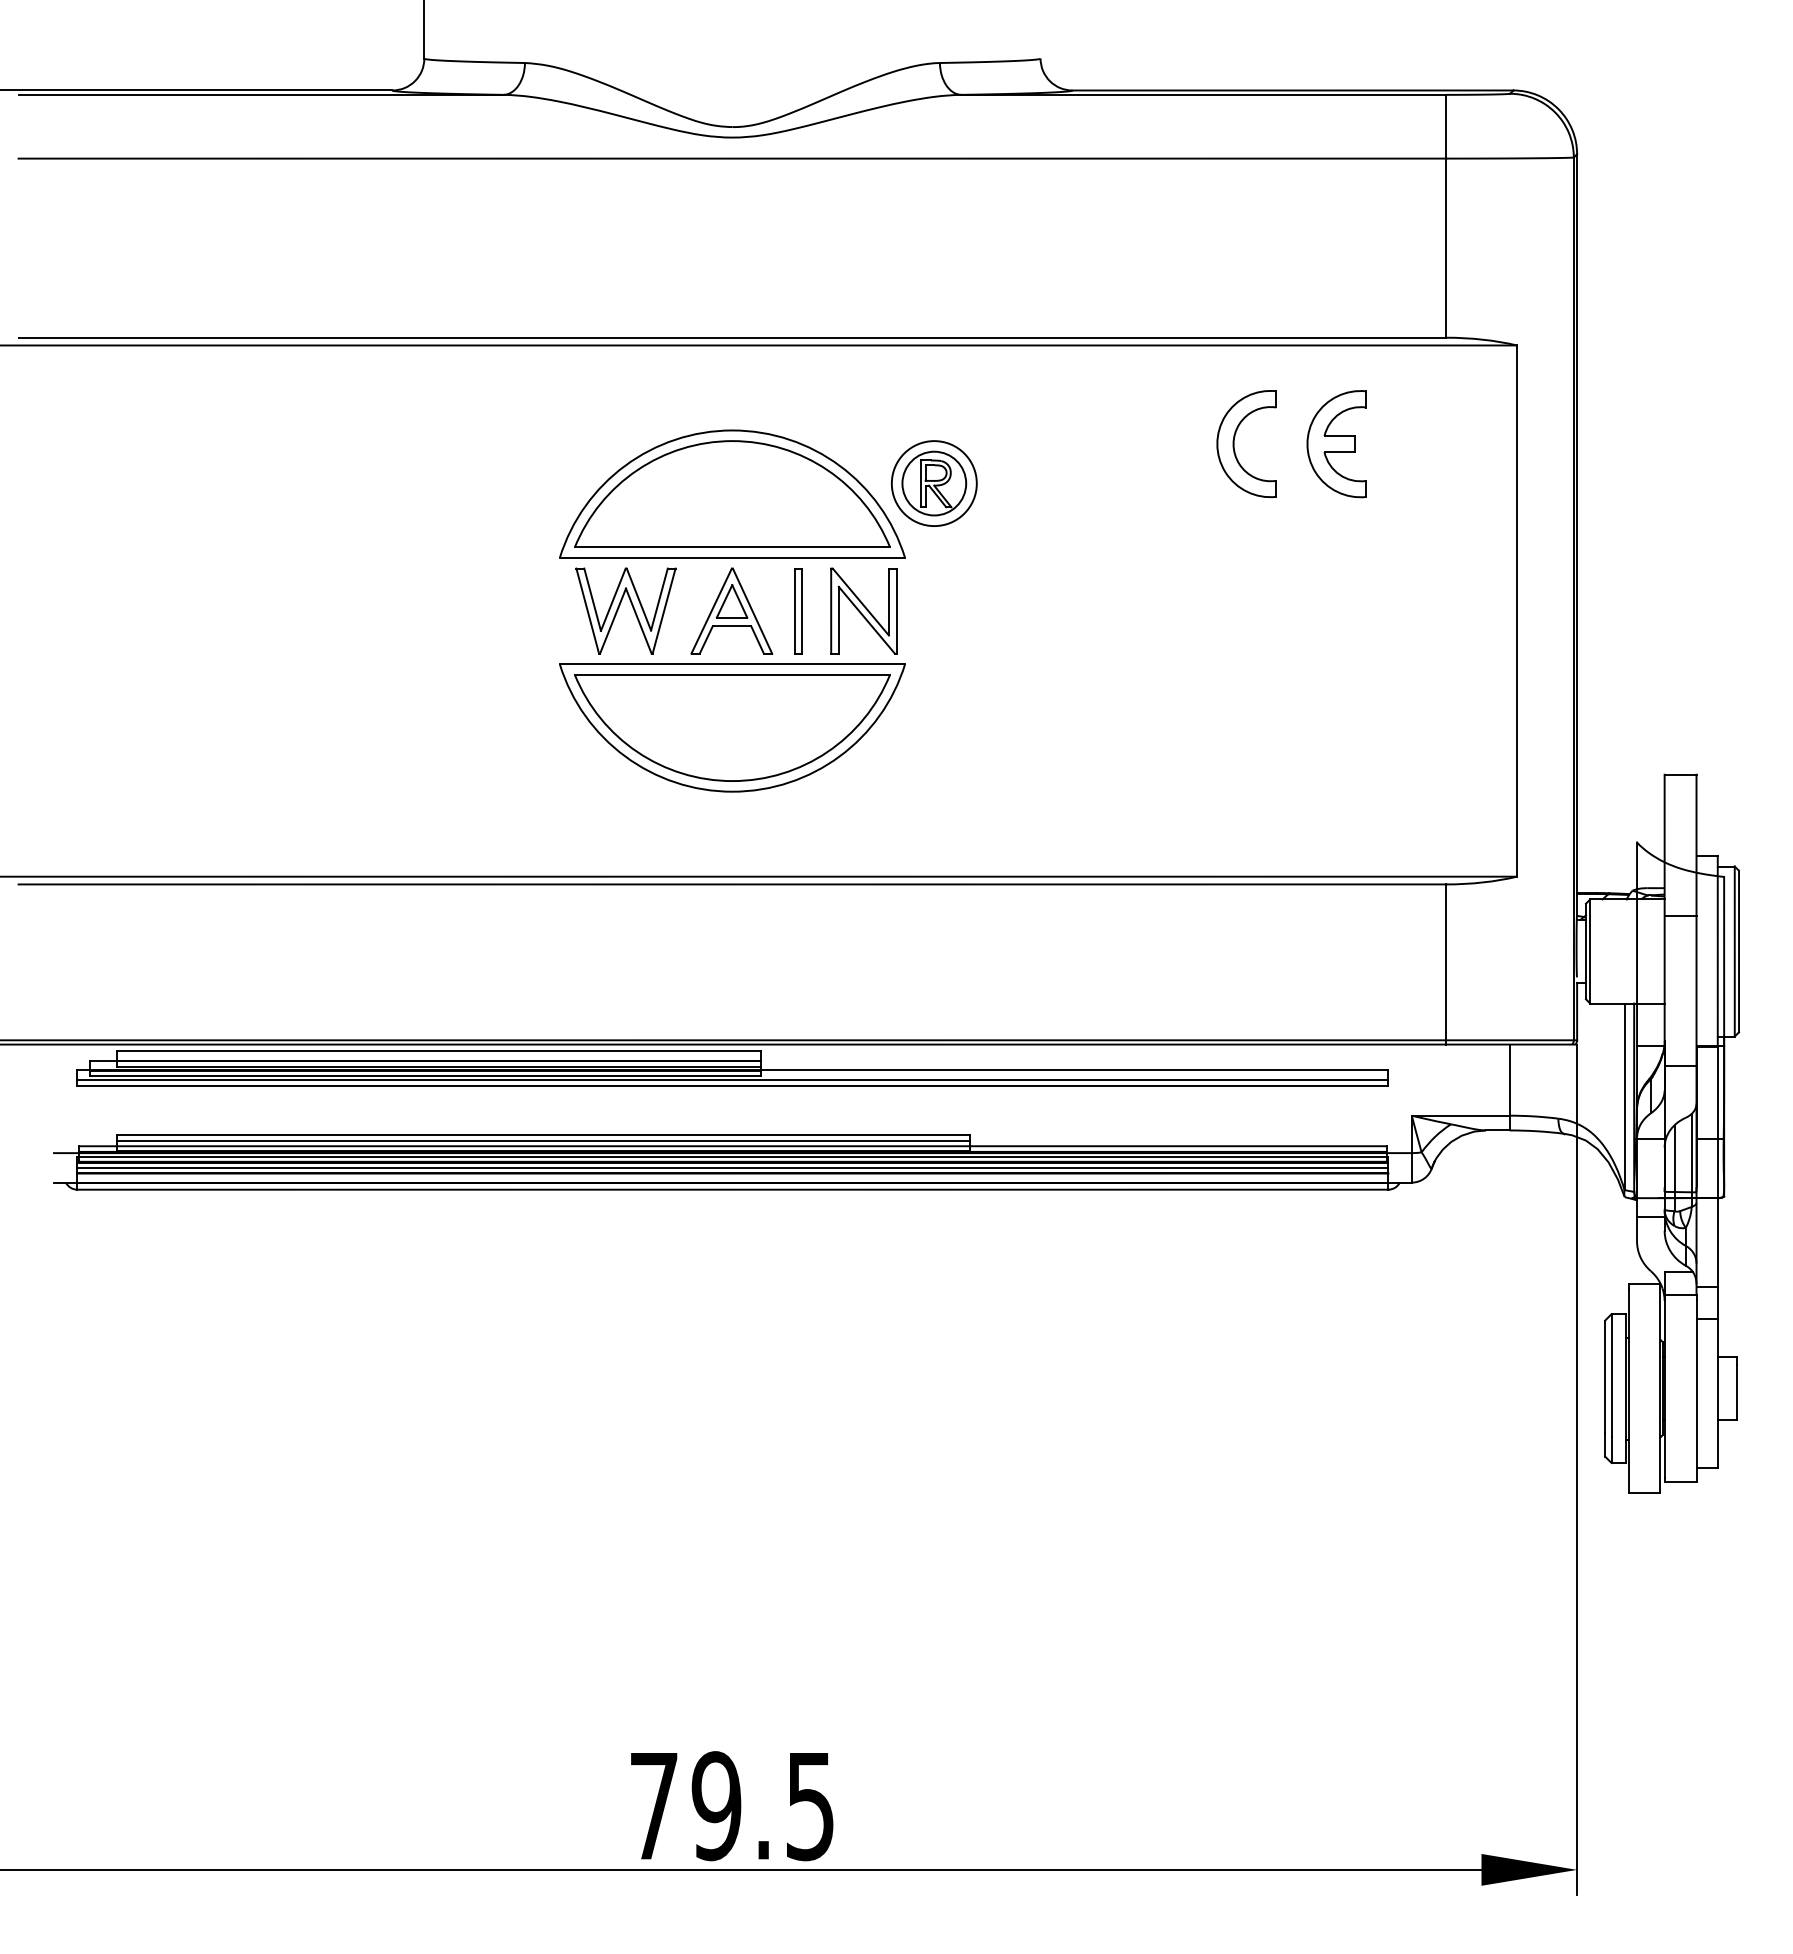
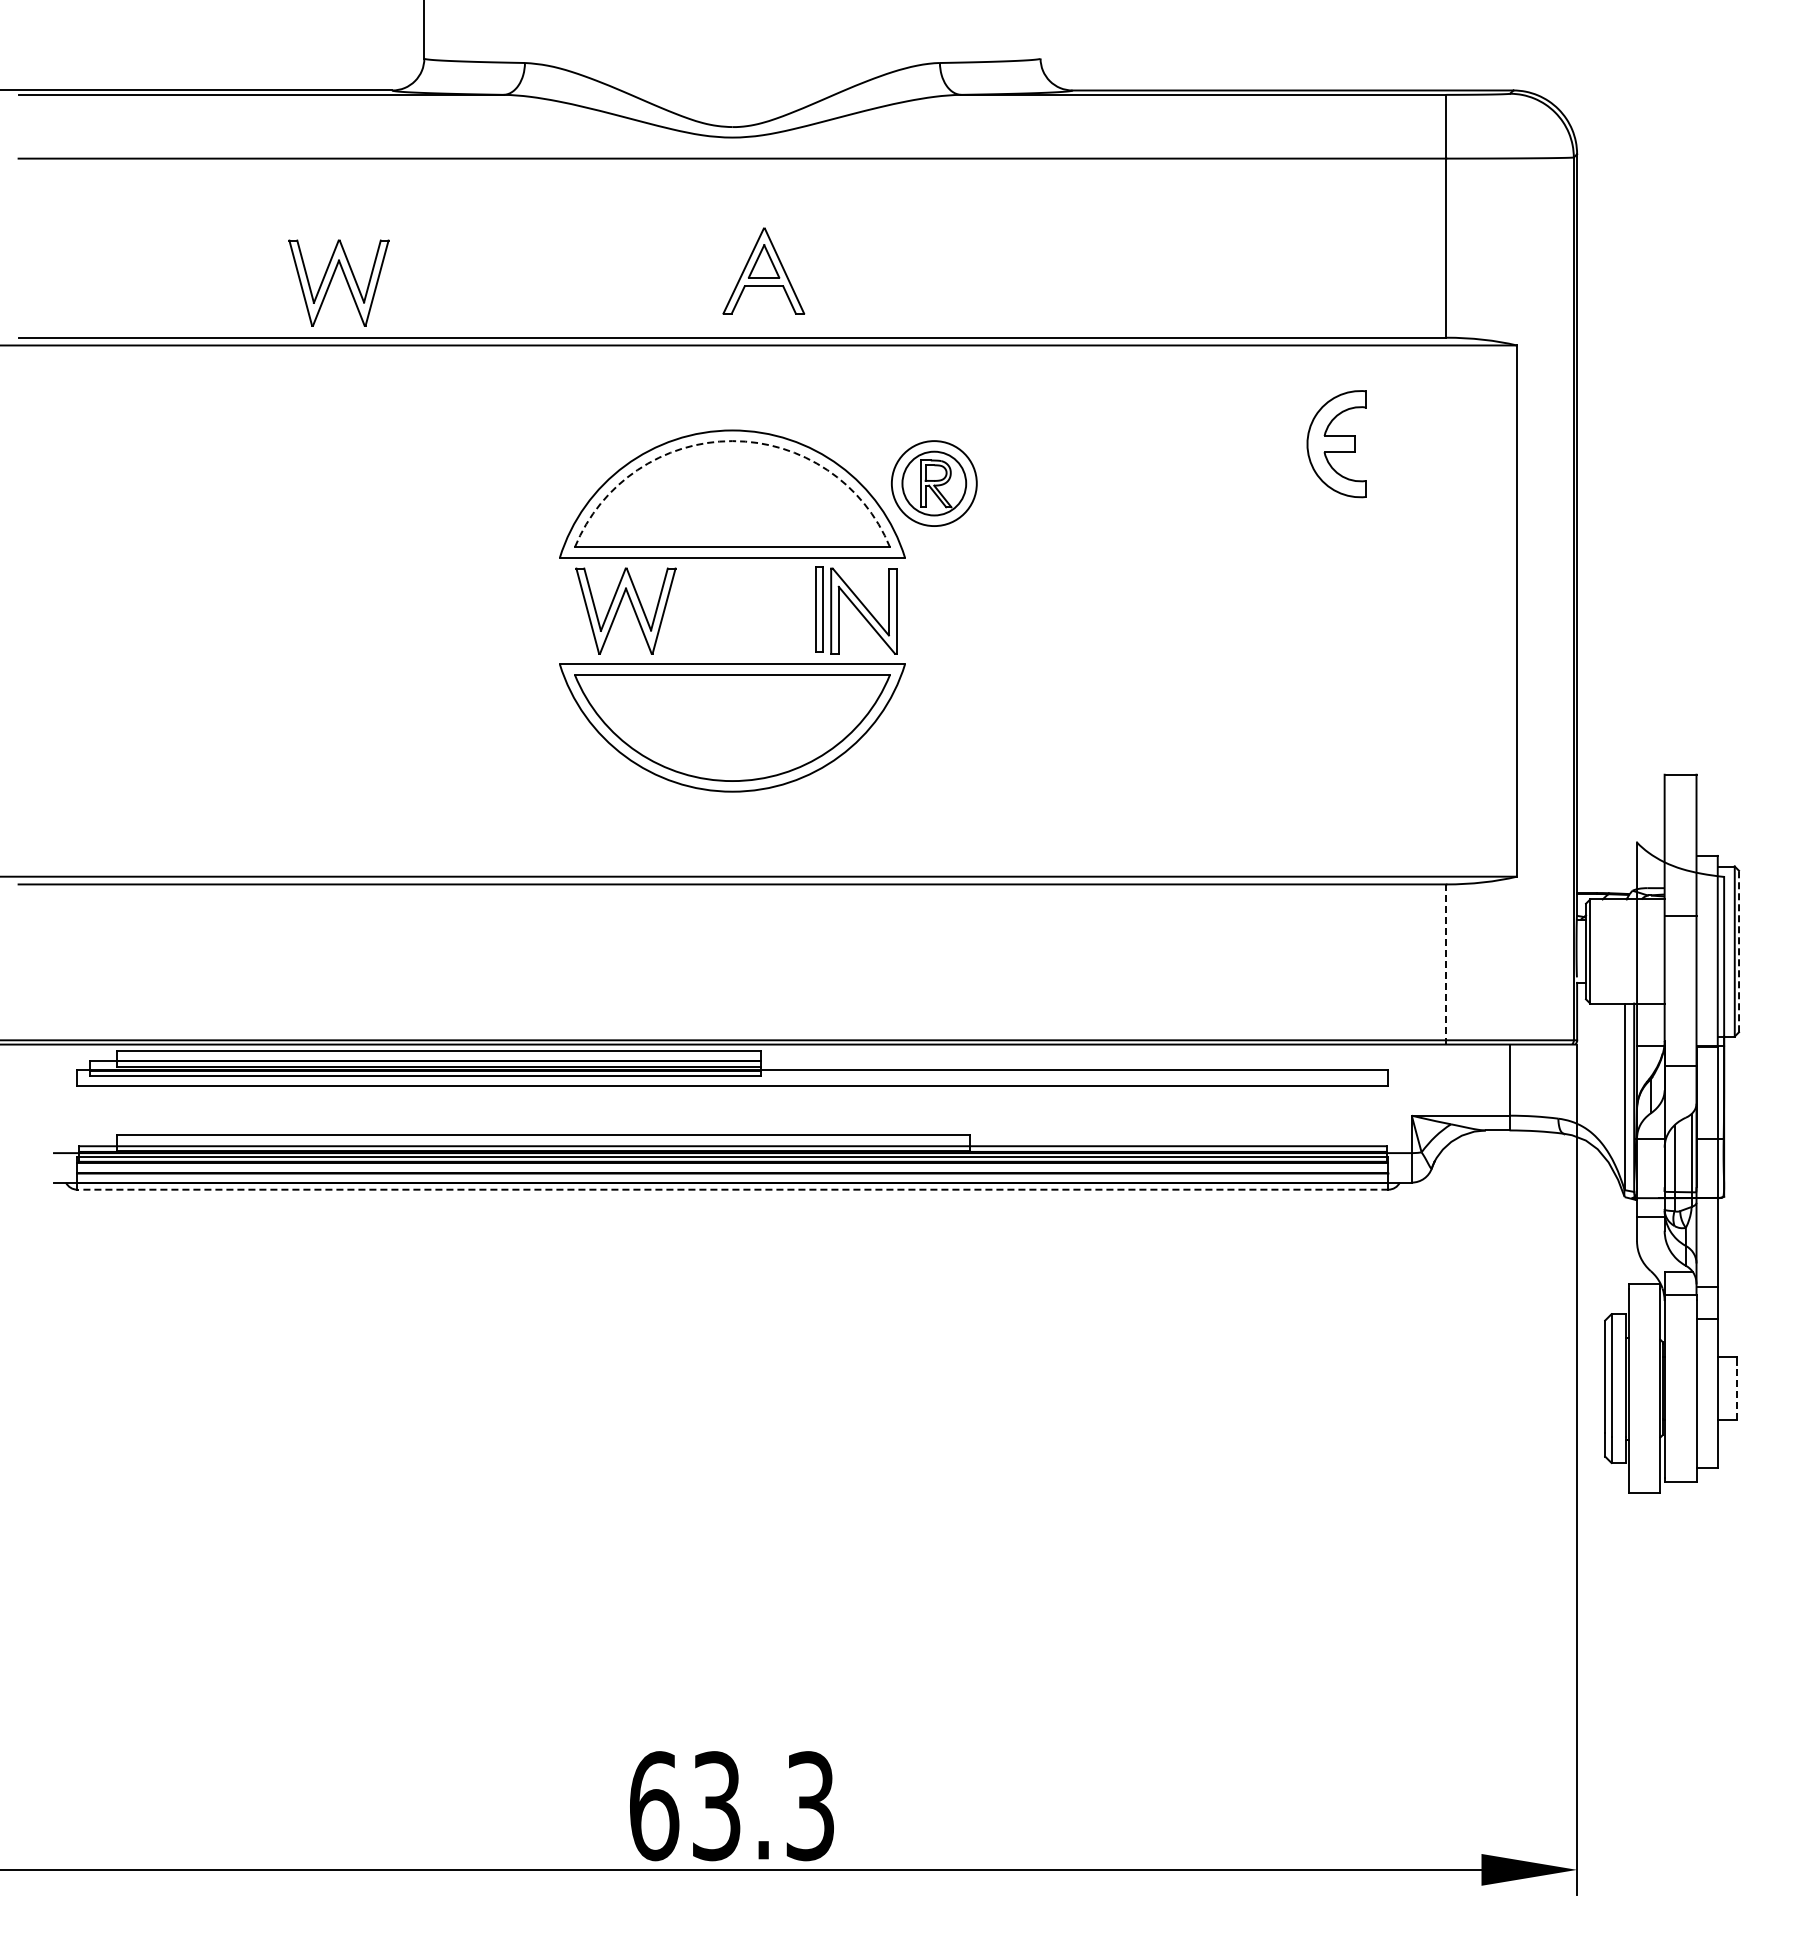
part at (332, 280): none -> present
arc at (732, 441): solid -> dashed
part at (1234, 444): present -> none
part at (731, 610) position: (731, 610) -> (763, 270)
part at (798, 611) position: (798, 611) -> (819, 609)
line at (1739, 951): solid -> dashed
line at (1446, 963): solid -> dashed
line at (732, 1080): present -> none
line at (542, 1141): present -> none
line at (732, 1167): present -> none
line at (732, 1189): solid -> dashed
line at (1736, 1392): solid -> dashed
text at (731, 1806): 79.5 -> 63.3
